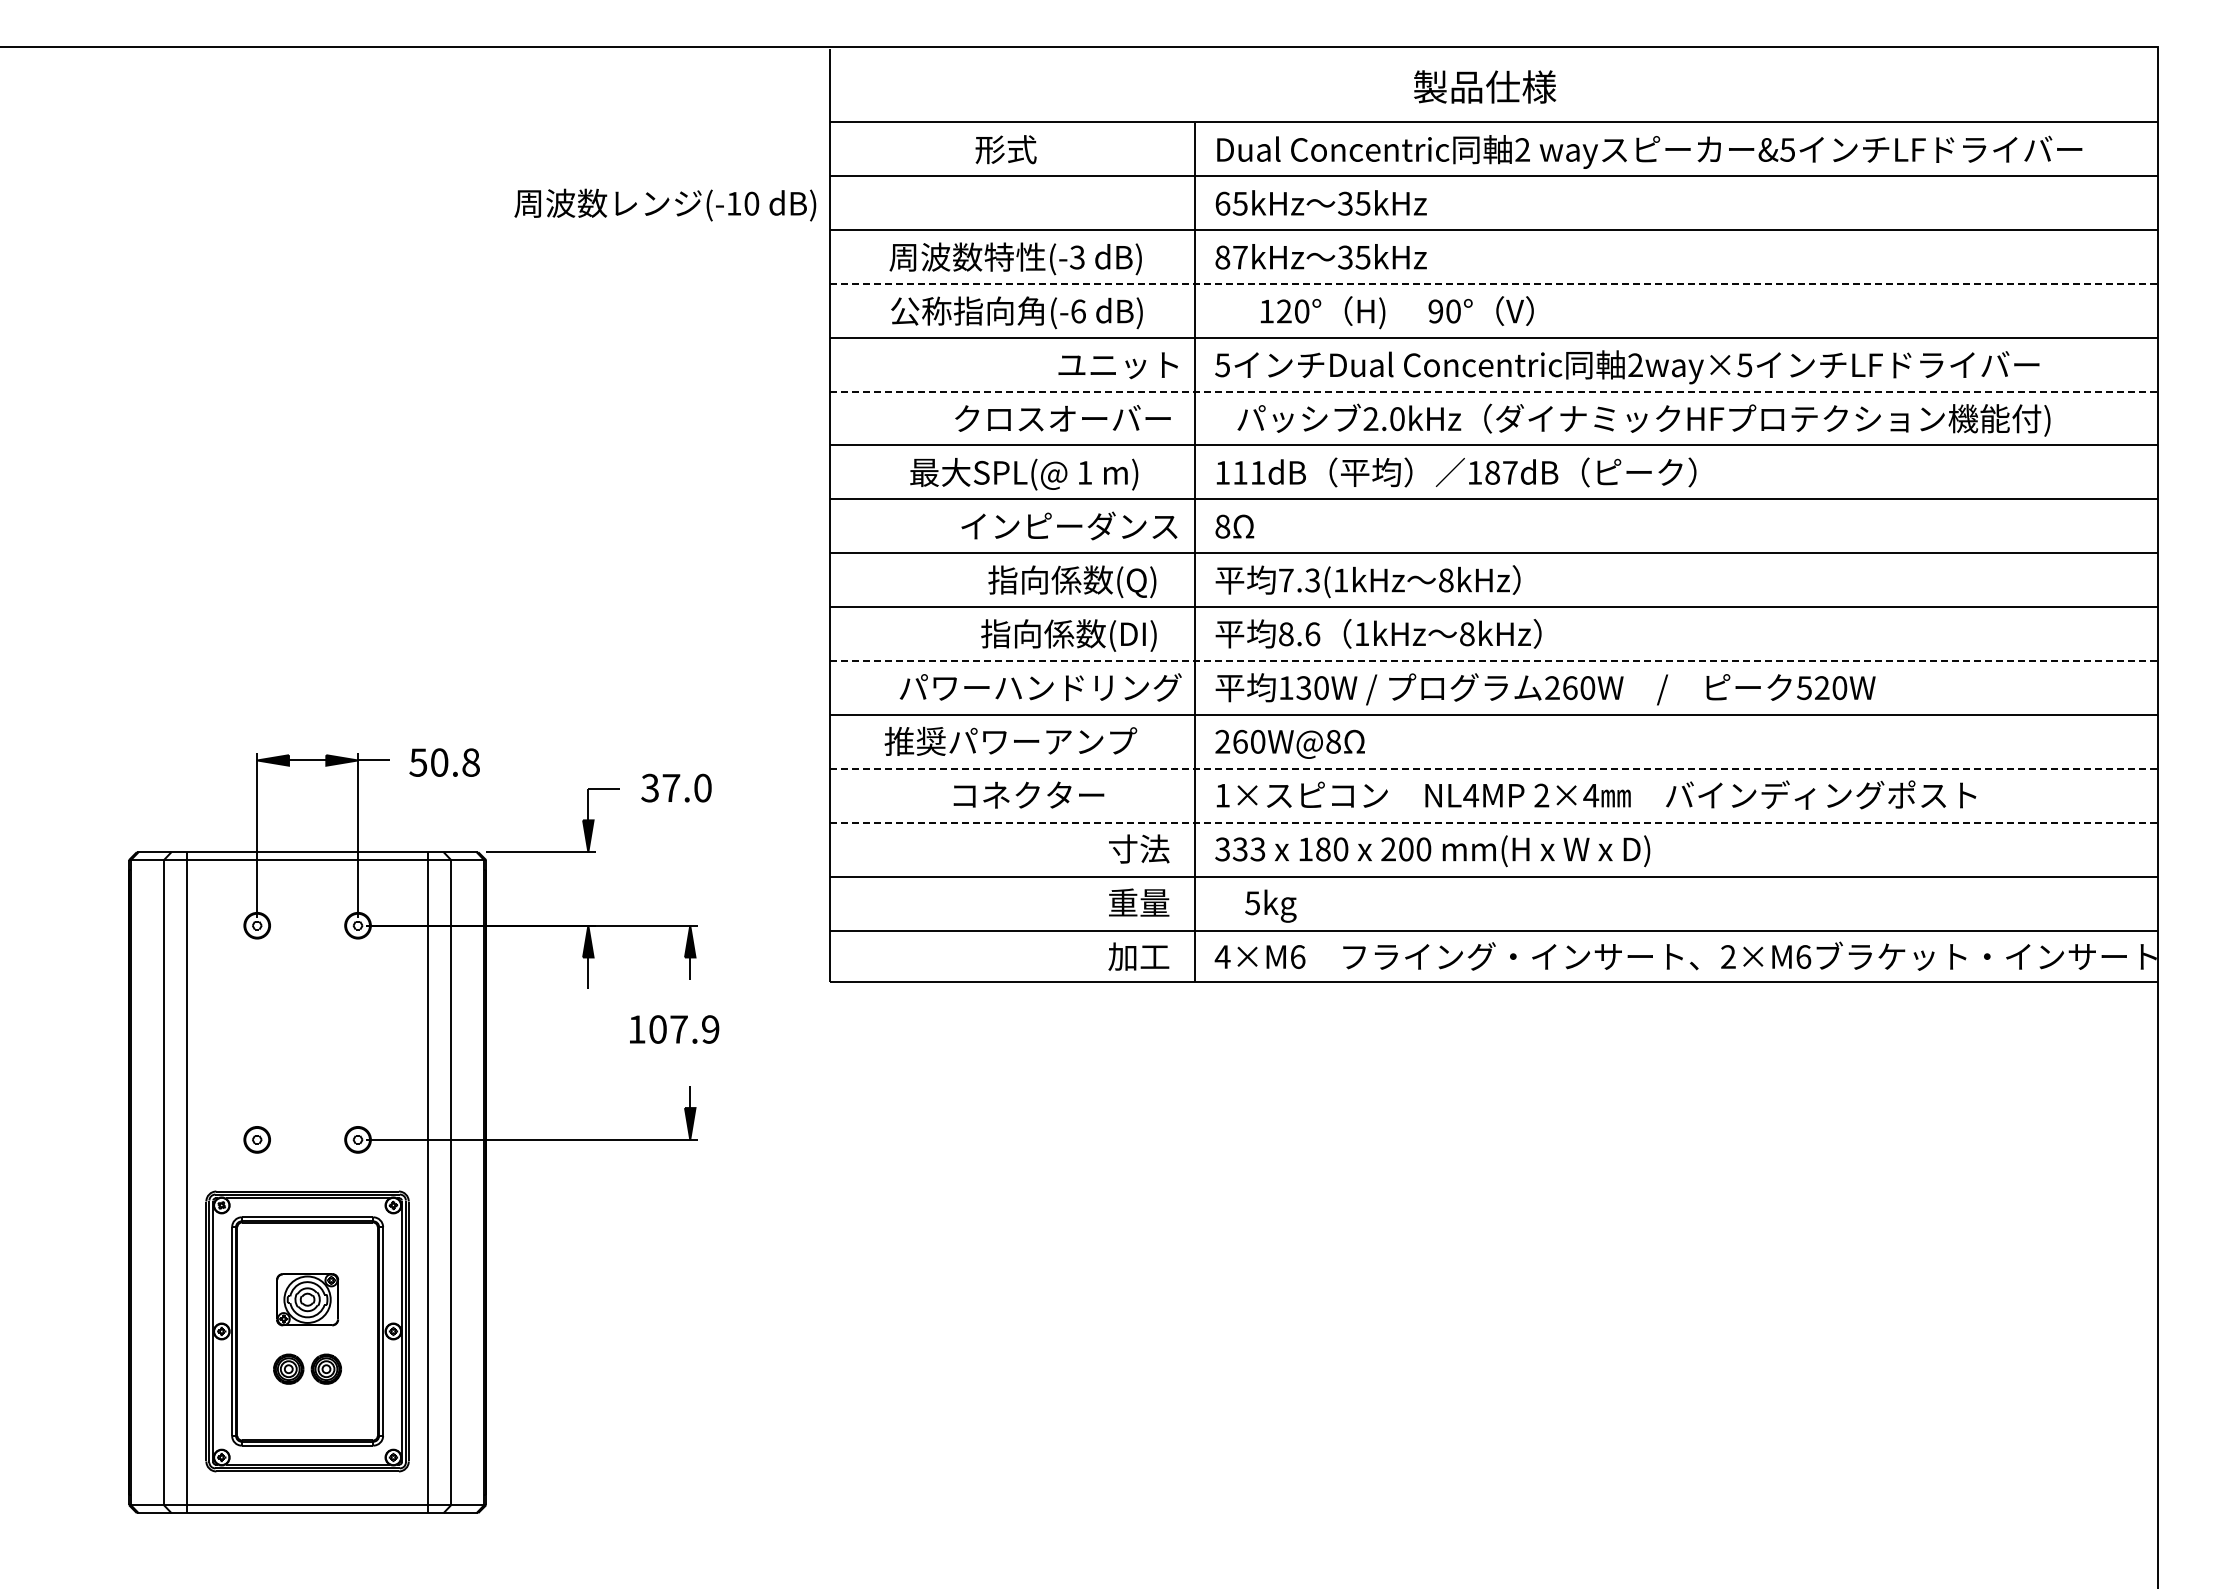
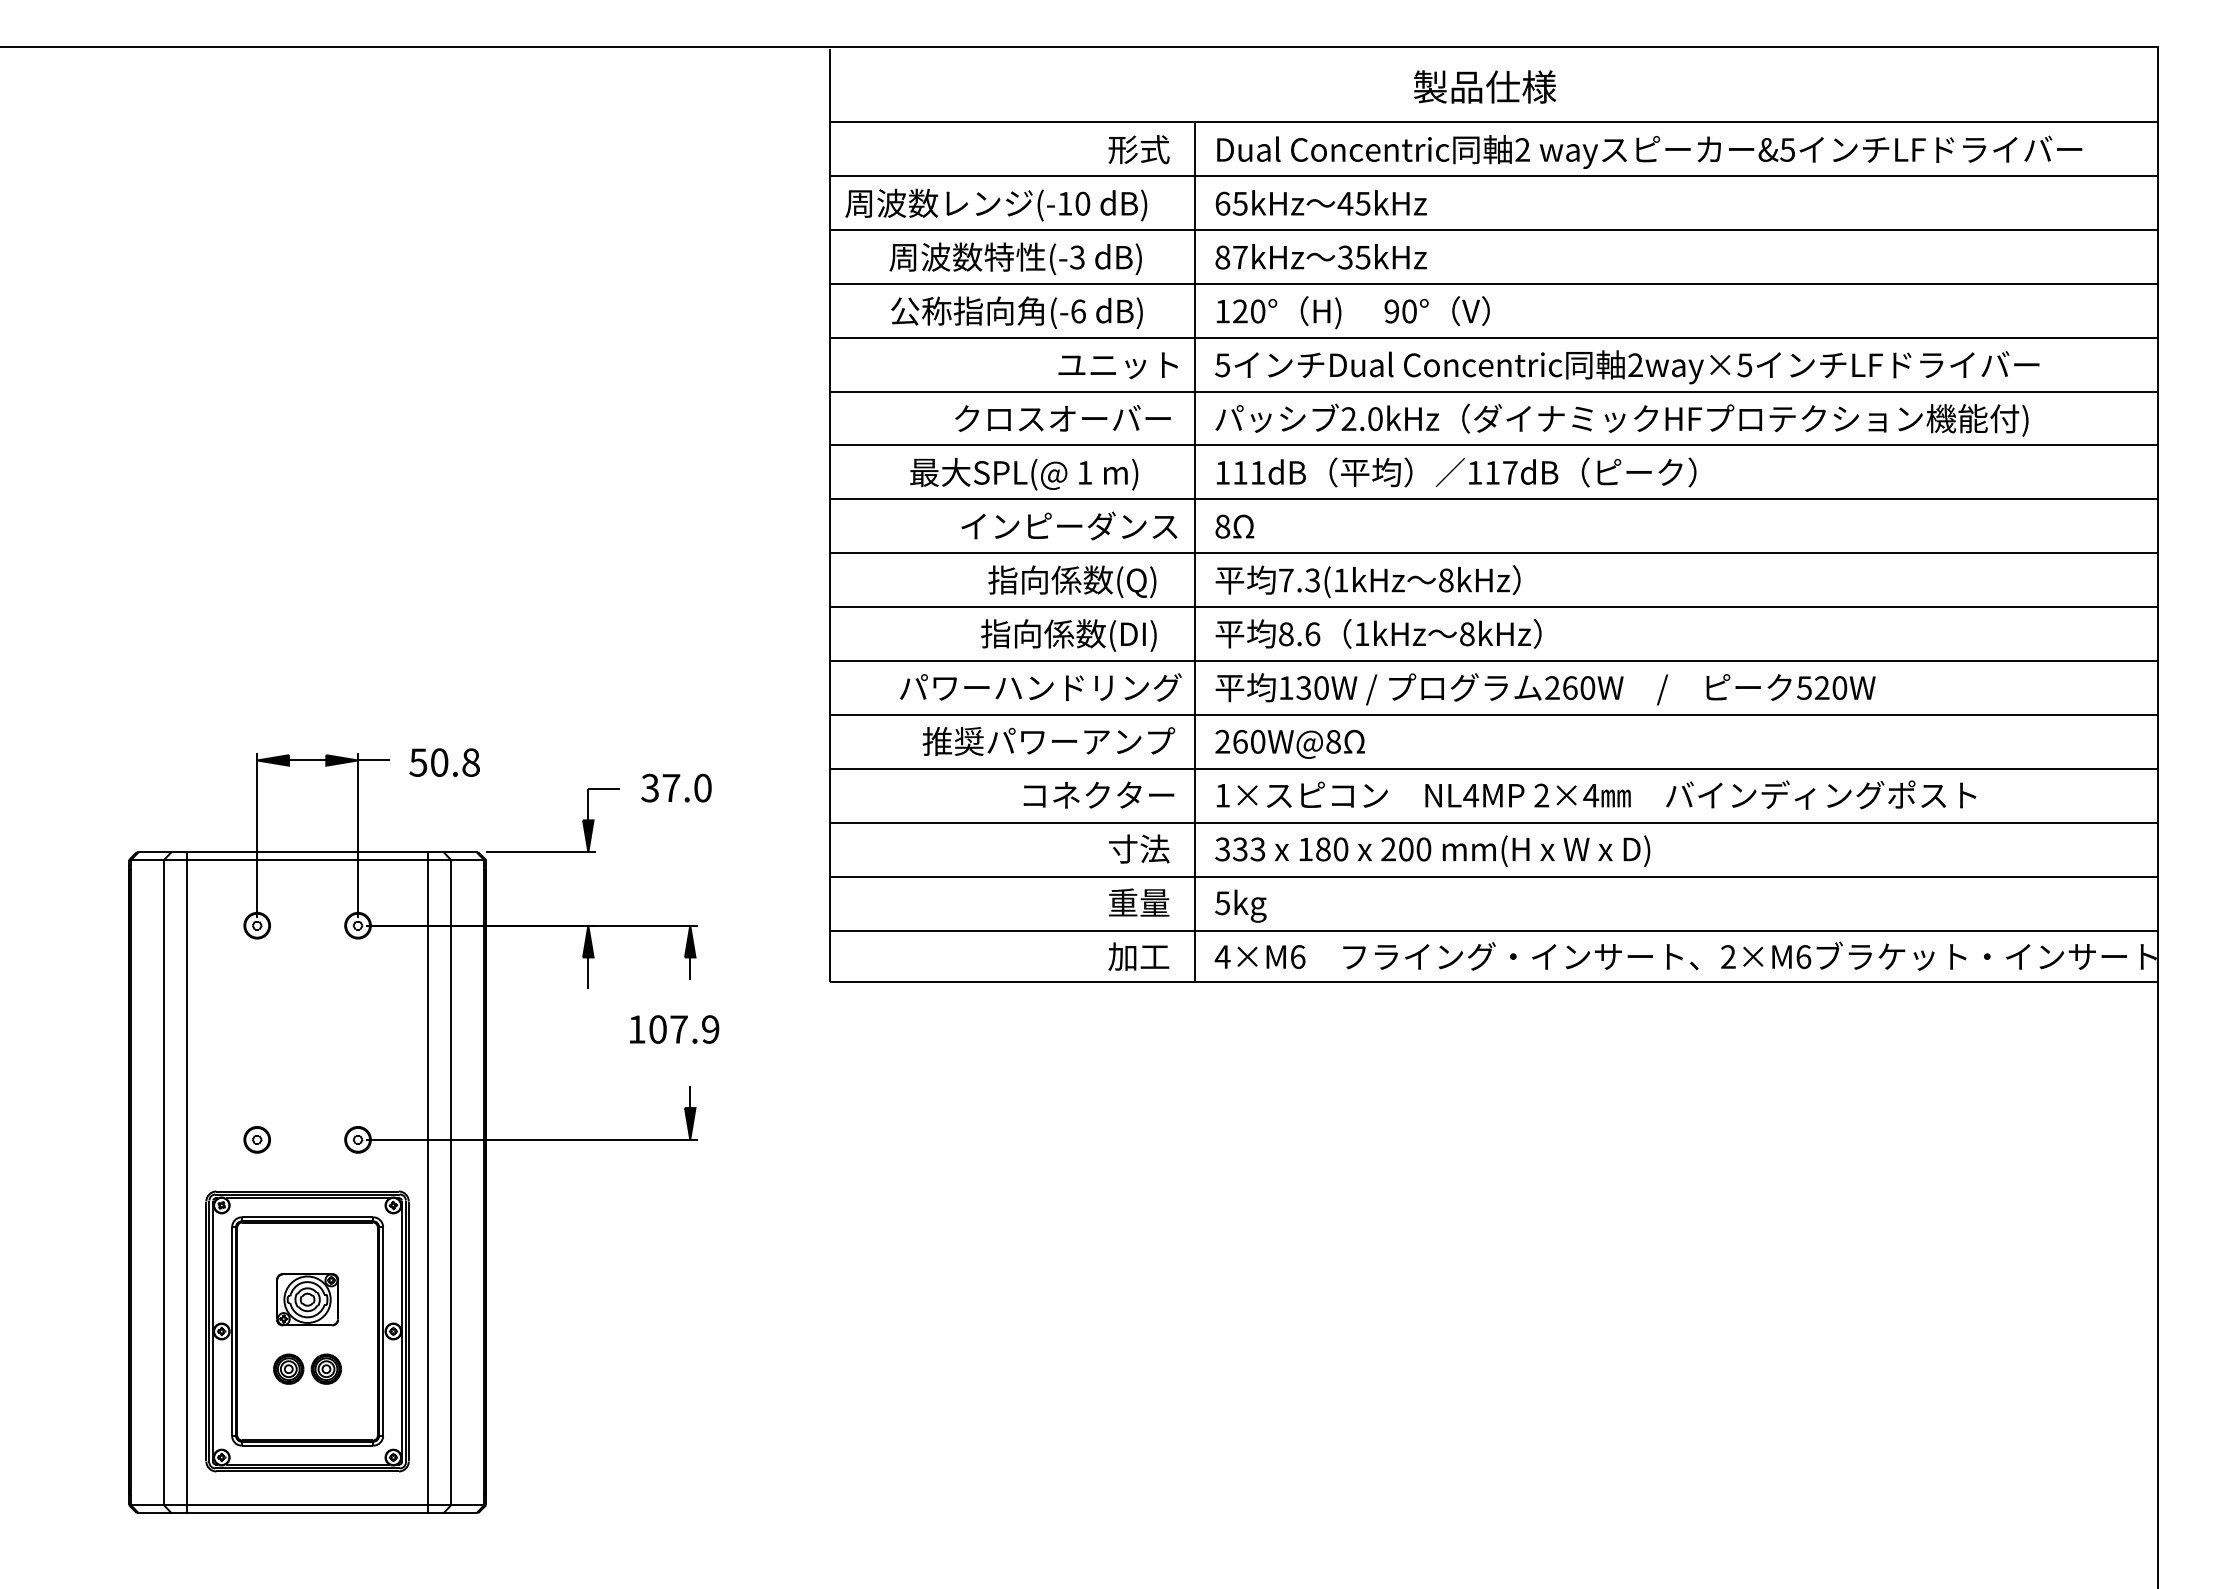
text at (1005, 149) position: (1005, 149) -> (1138, 149)
text at (1345, 203): 35kHz -> 45kHz
text at (665, 204) position: (665, 204) -> (996, 204)
line at (1494, 283): dashed -> solid
text at (1396, 312) position: (1396, 312) -> (1352, 312)
line at (1494, 391): dashed -> solid
text at (1643, 419) position: (1643, 419) -> (1621, 419)
text at (1492, 472): 187dB -> 117dB
line at (1494, 661): dashed -> solid
text at (1010, 740) position: (1010, 740) -> (1048, 740)
line at (1494, 769): dashed -> solid
text at (1028, 794) position: (1028, 794) -> (1098, 794)
line at (1494, 823): dashed -> solid
text at (1270, 905) position: (1270, 905) -> (1240, 905)
